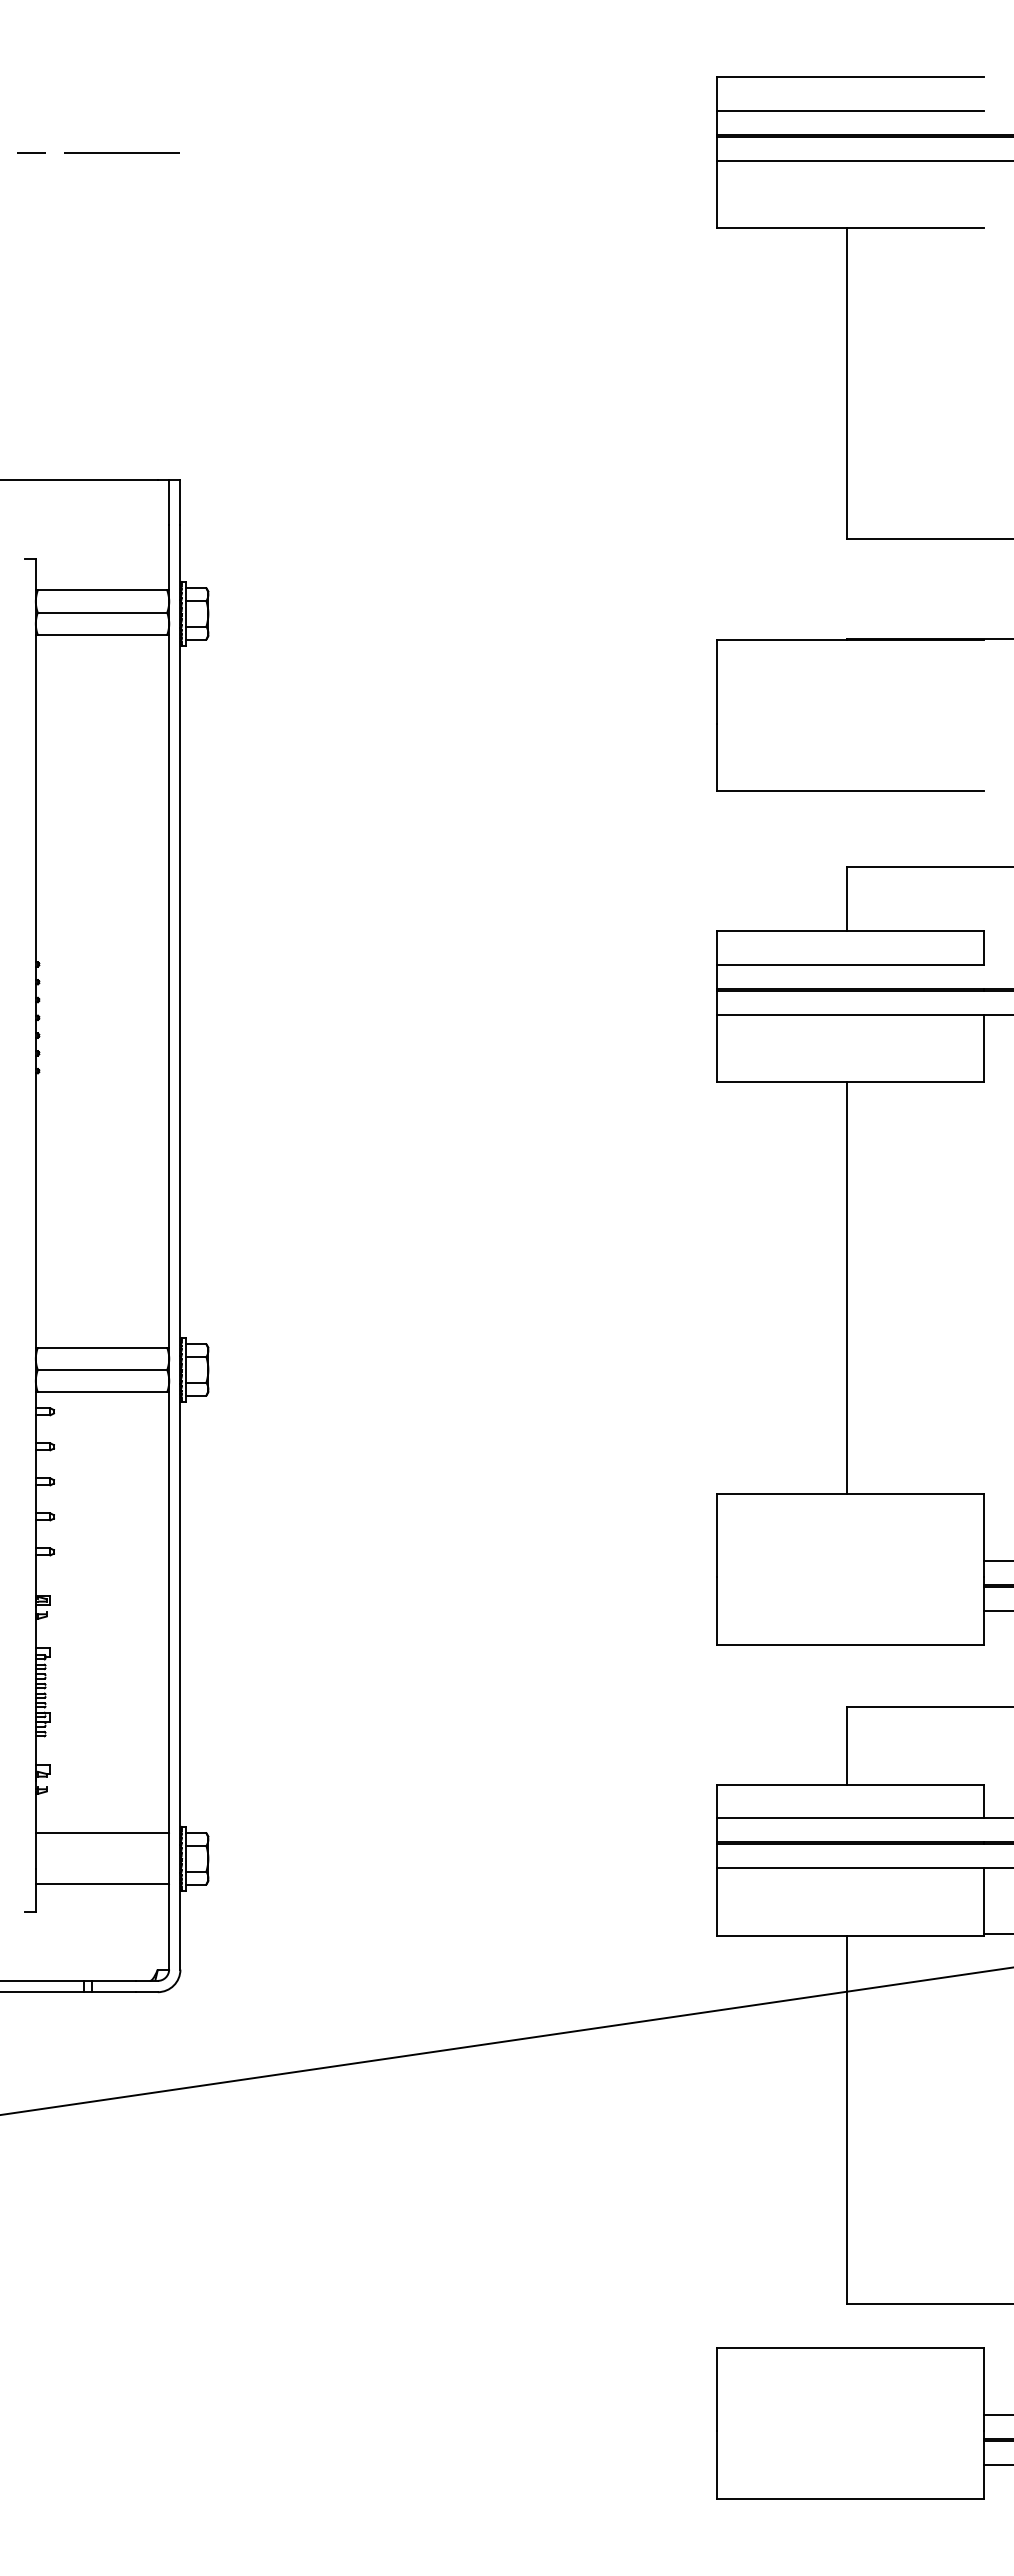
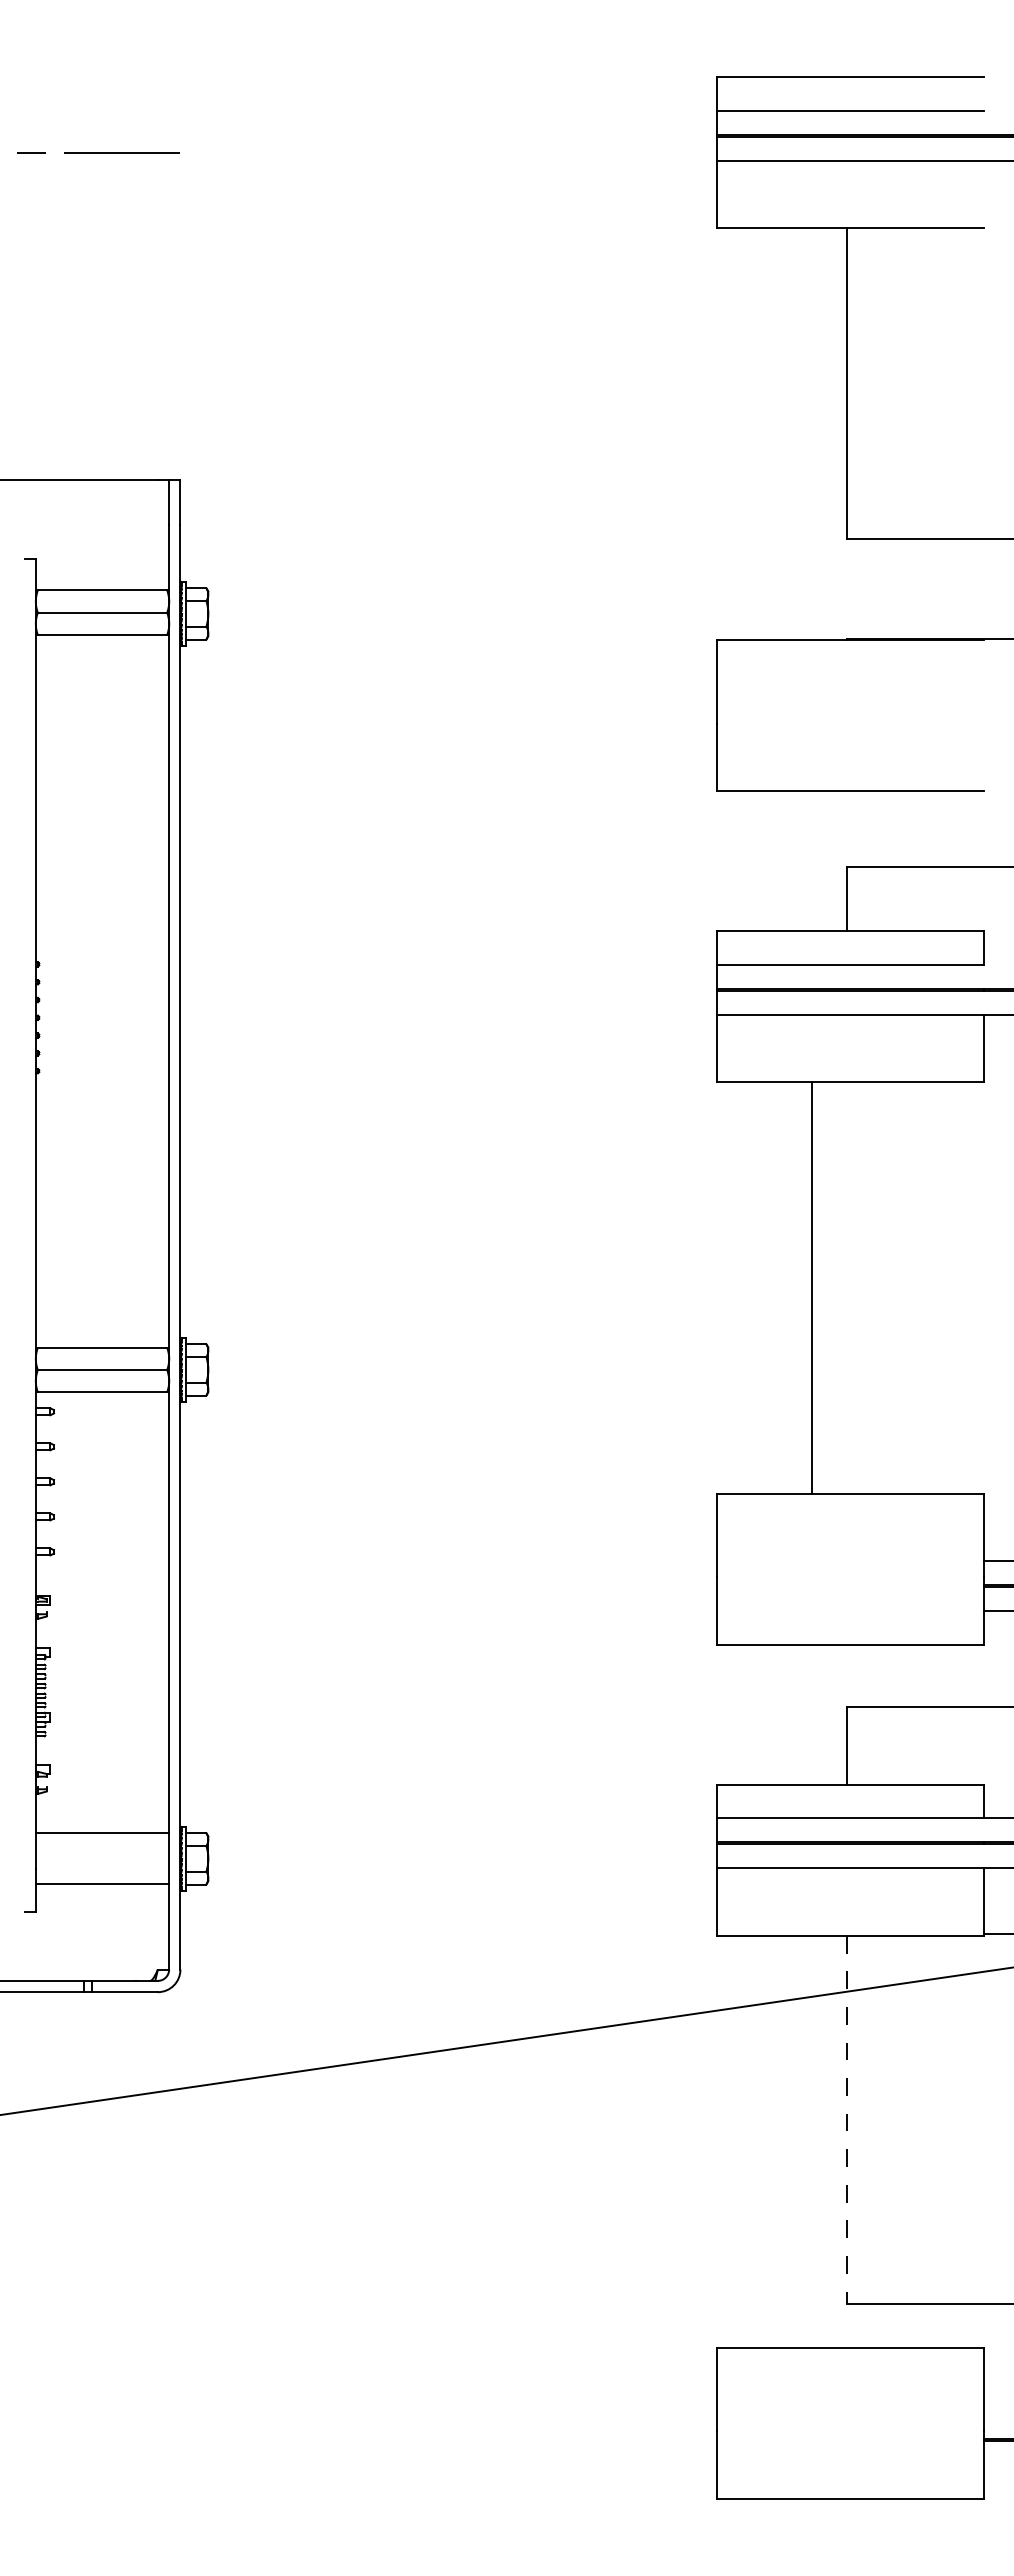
line at (847, 1287) position: (847, 1287) -> (812, 1287)
line at (847, 2120): solid -> dashed
line at (996, 2415): present -> none
line at (996, 2464): present -> none
